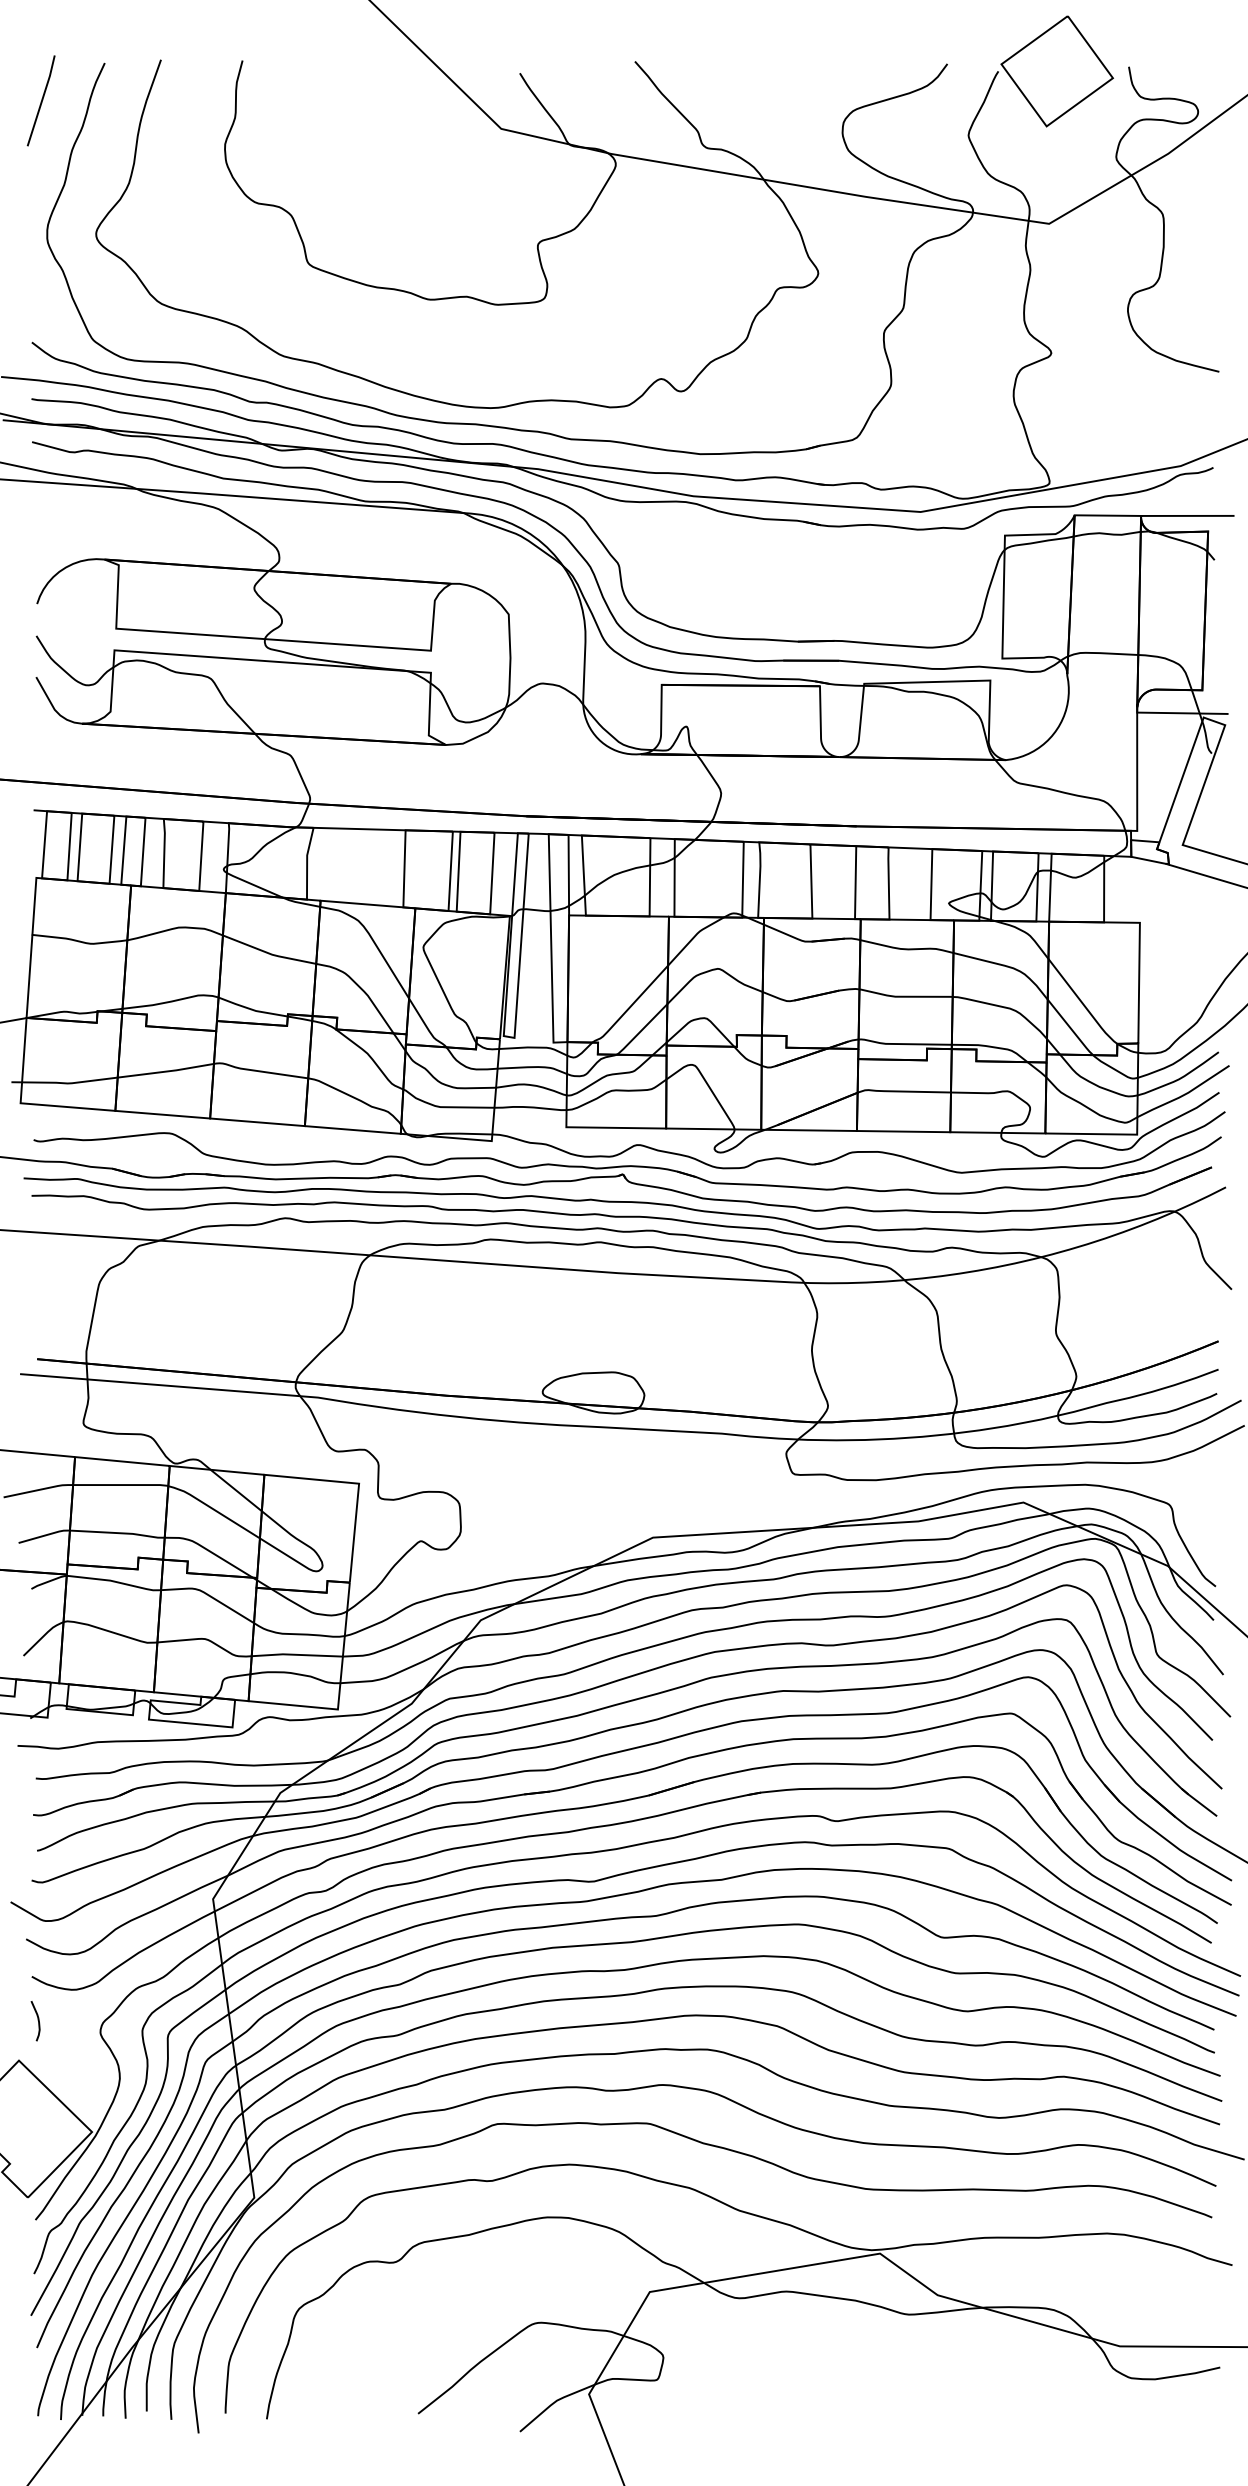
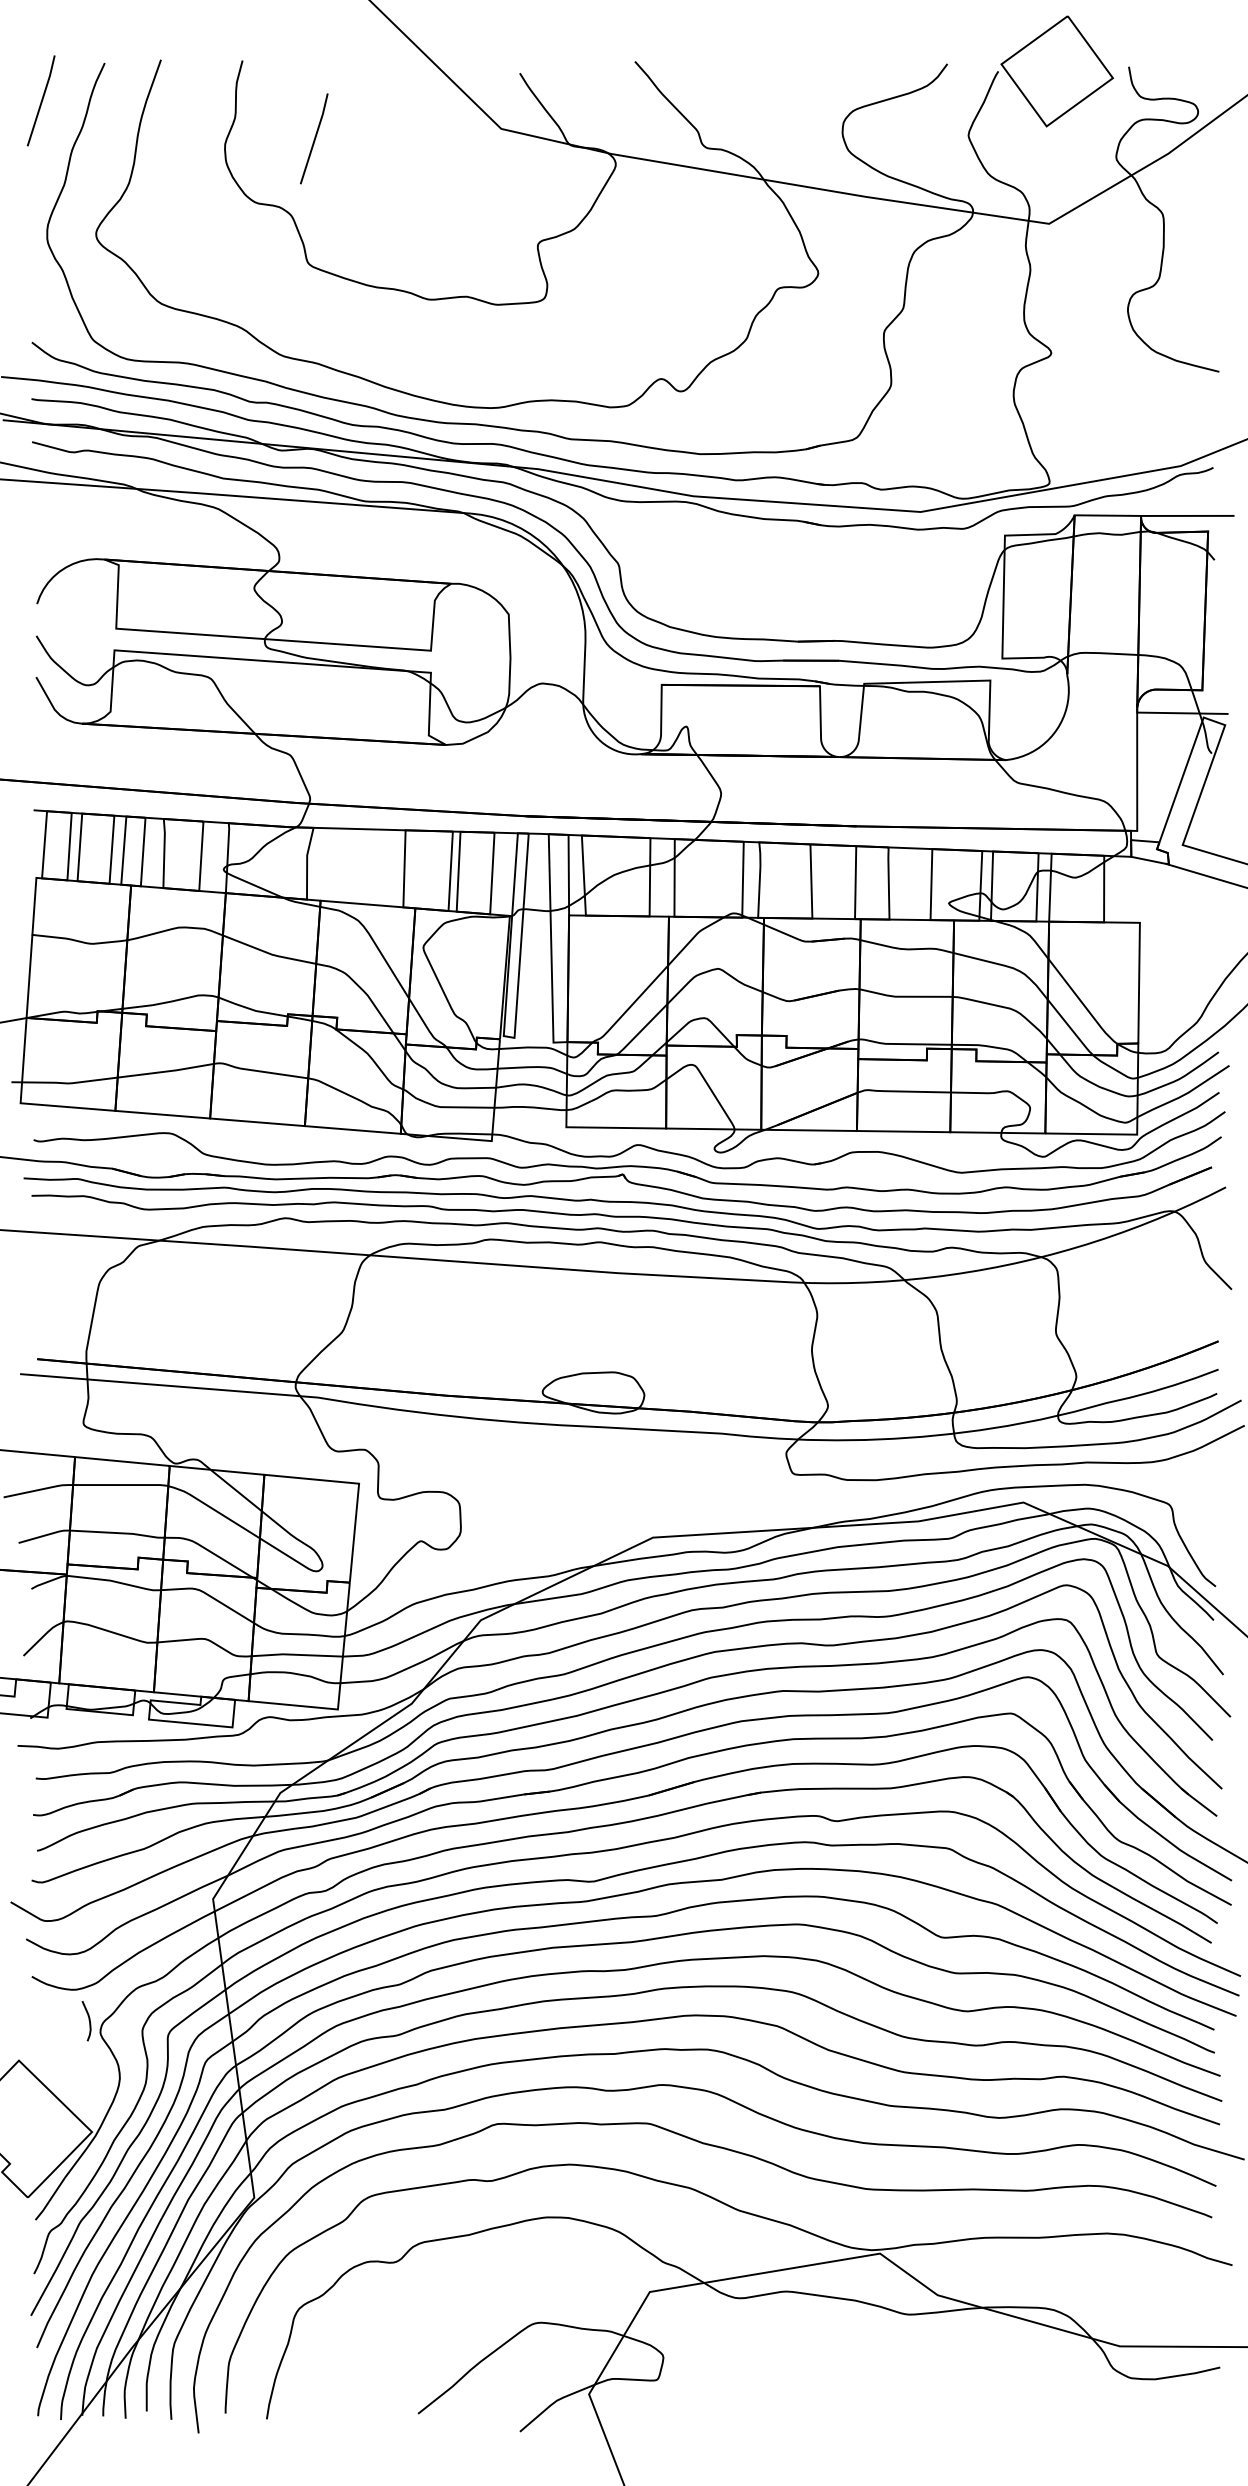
line at (314, 138): none -> present
curve at (37, 2020) position: (37, 2020) -> (88, 2020)
